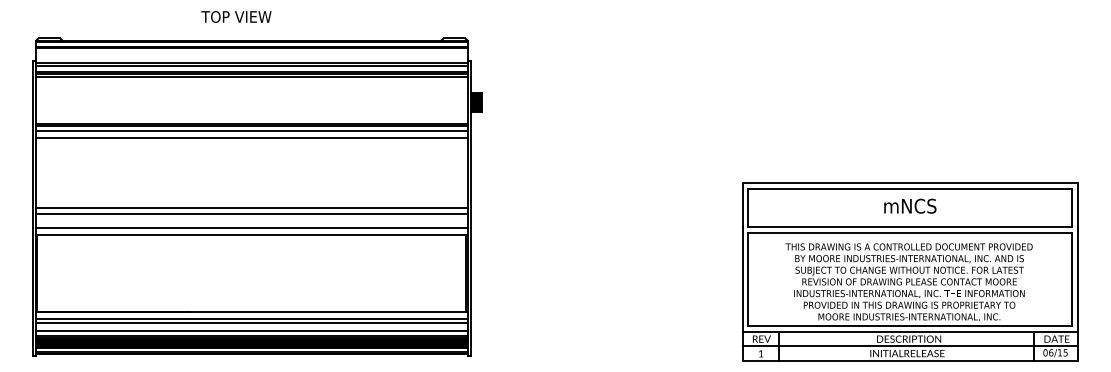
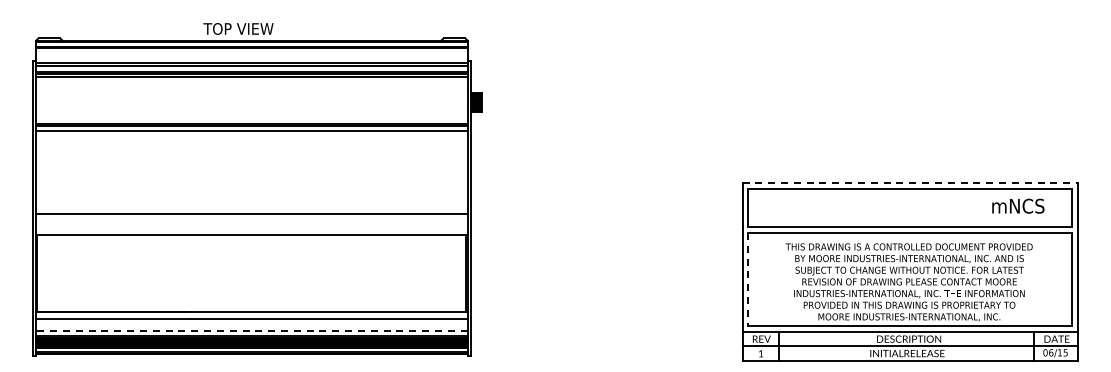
text at (236, 16) position: (236, 16) -> (238, 28)
line at (251, 138): present -> none
line at (910, 183): solid -> dashed
text at (910, 205) position: (910, 205) -> (1018, 205)
line at (251, 207): present -> none
line at (251, 228): present -> none
line at (748, 279): solid -> dashed
line at (251, 323): present -> none
line at (251, 330): solid -> dashed
